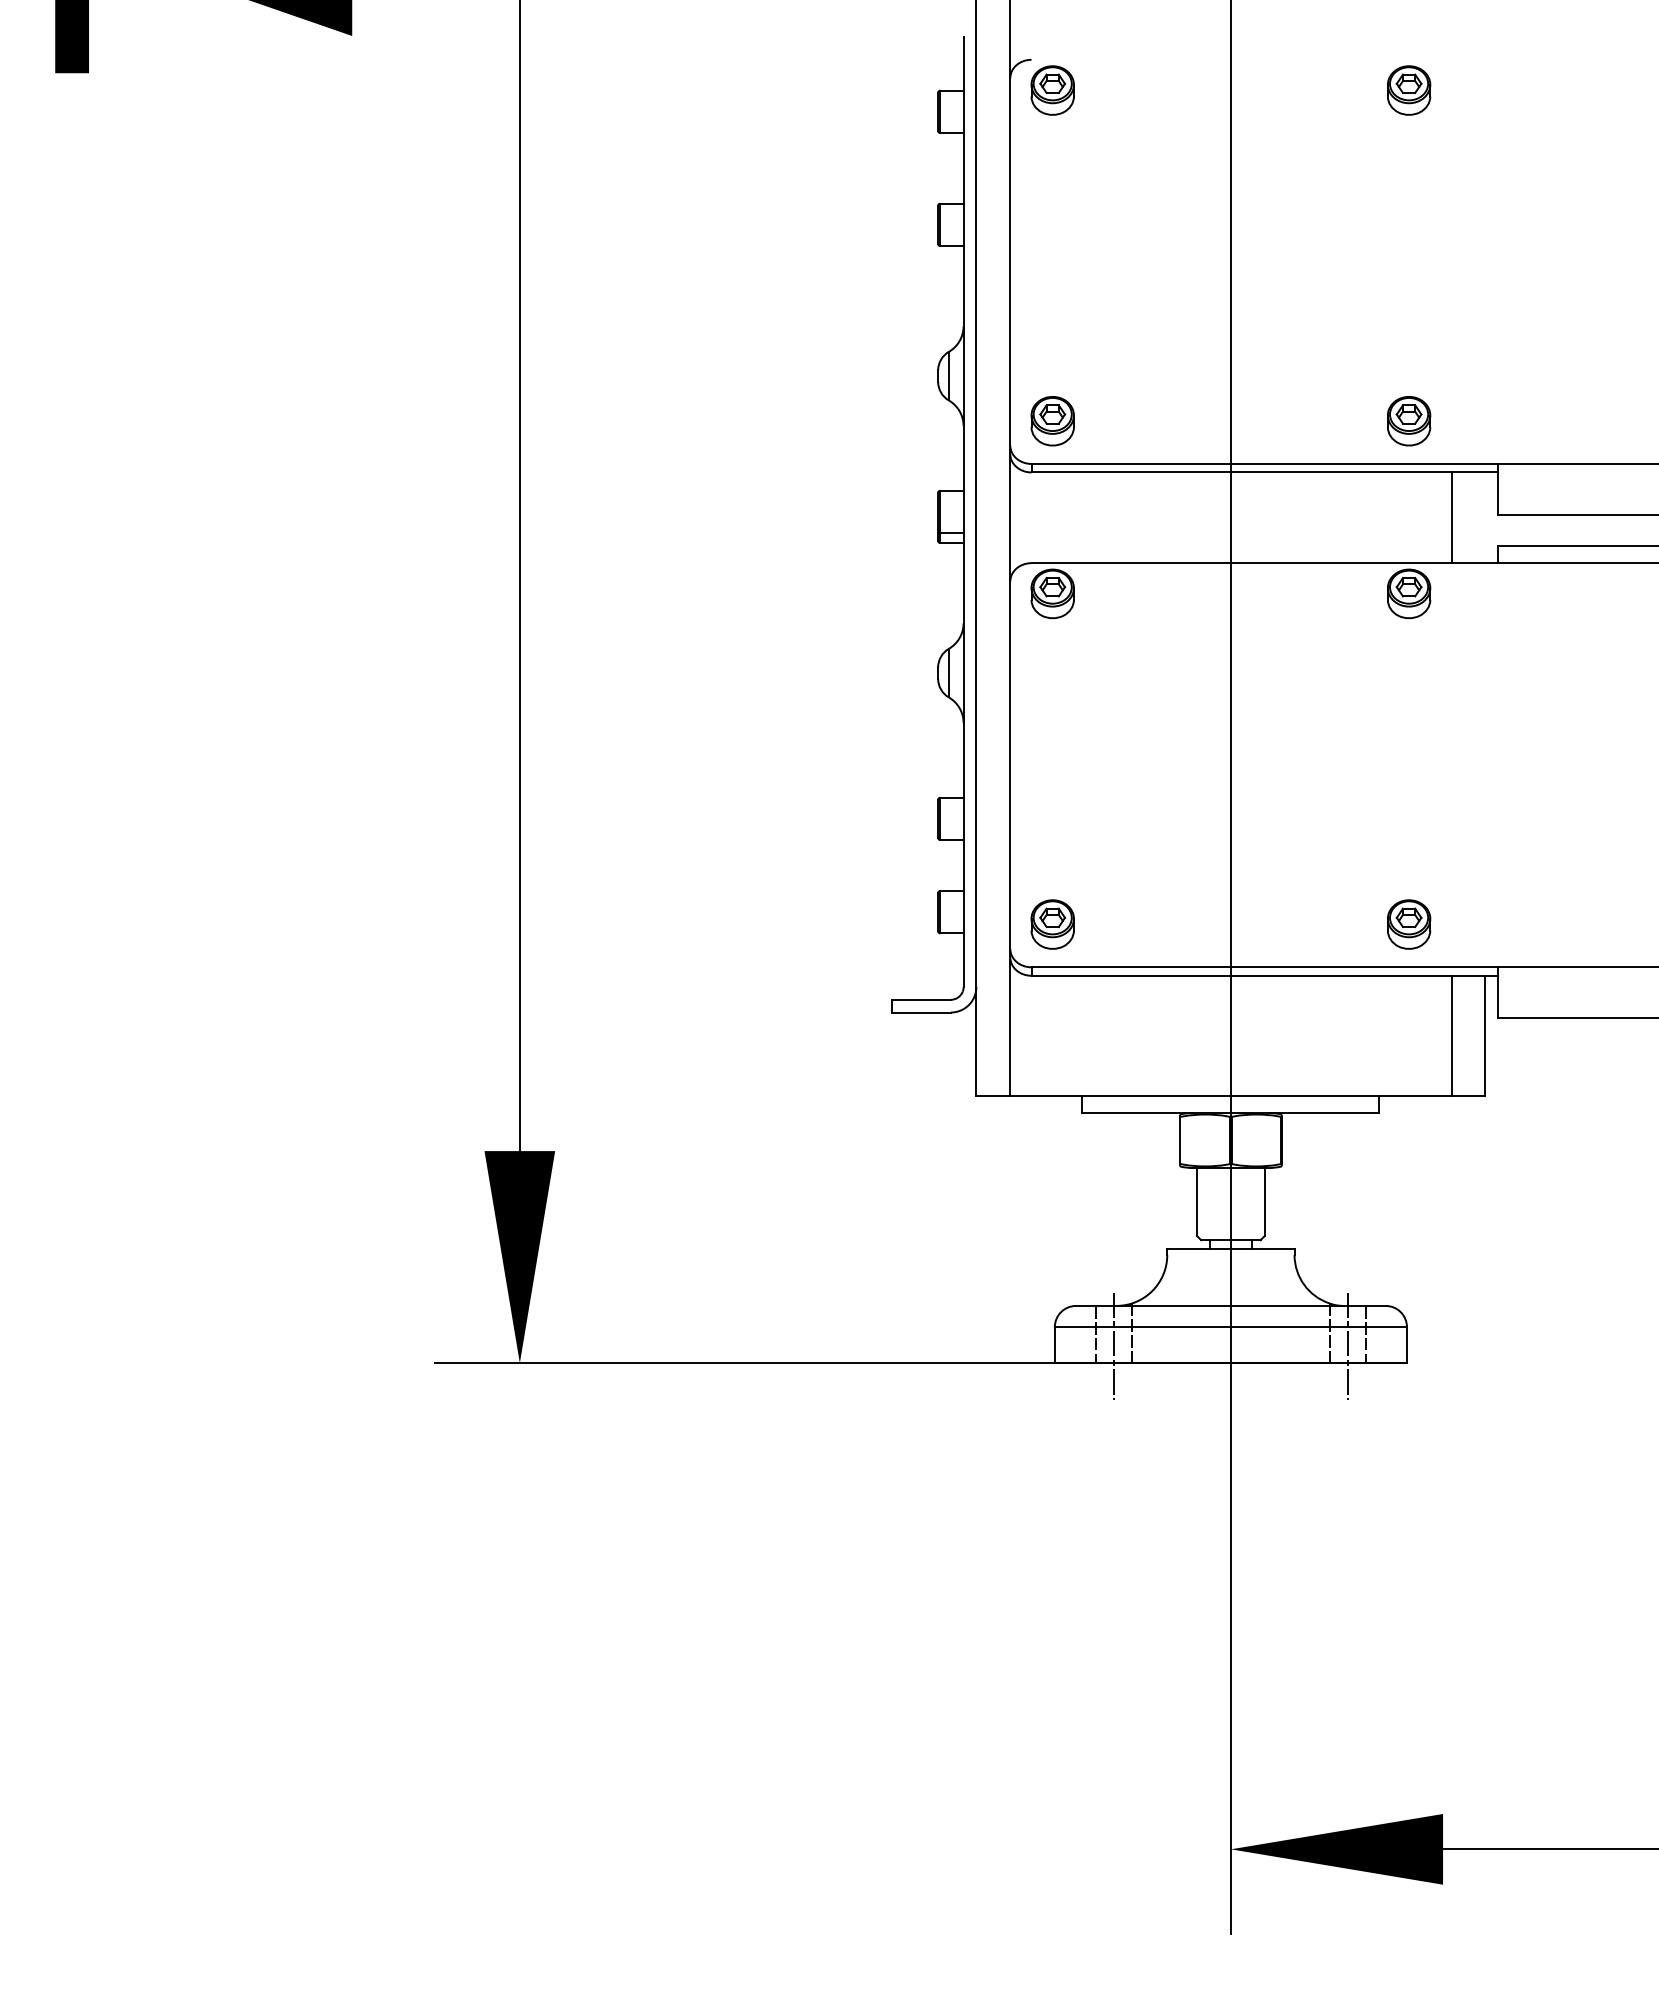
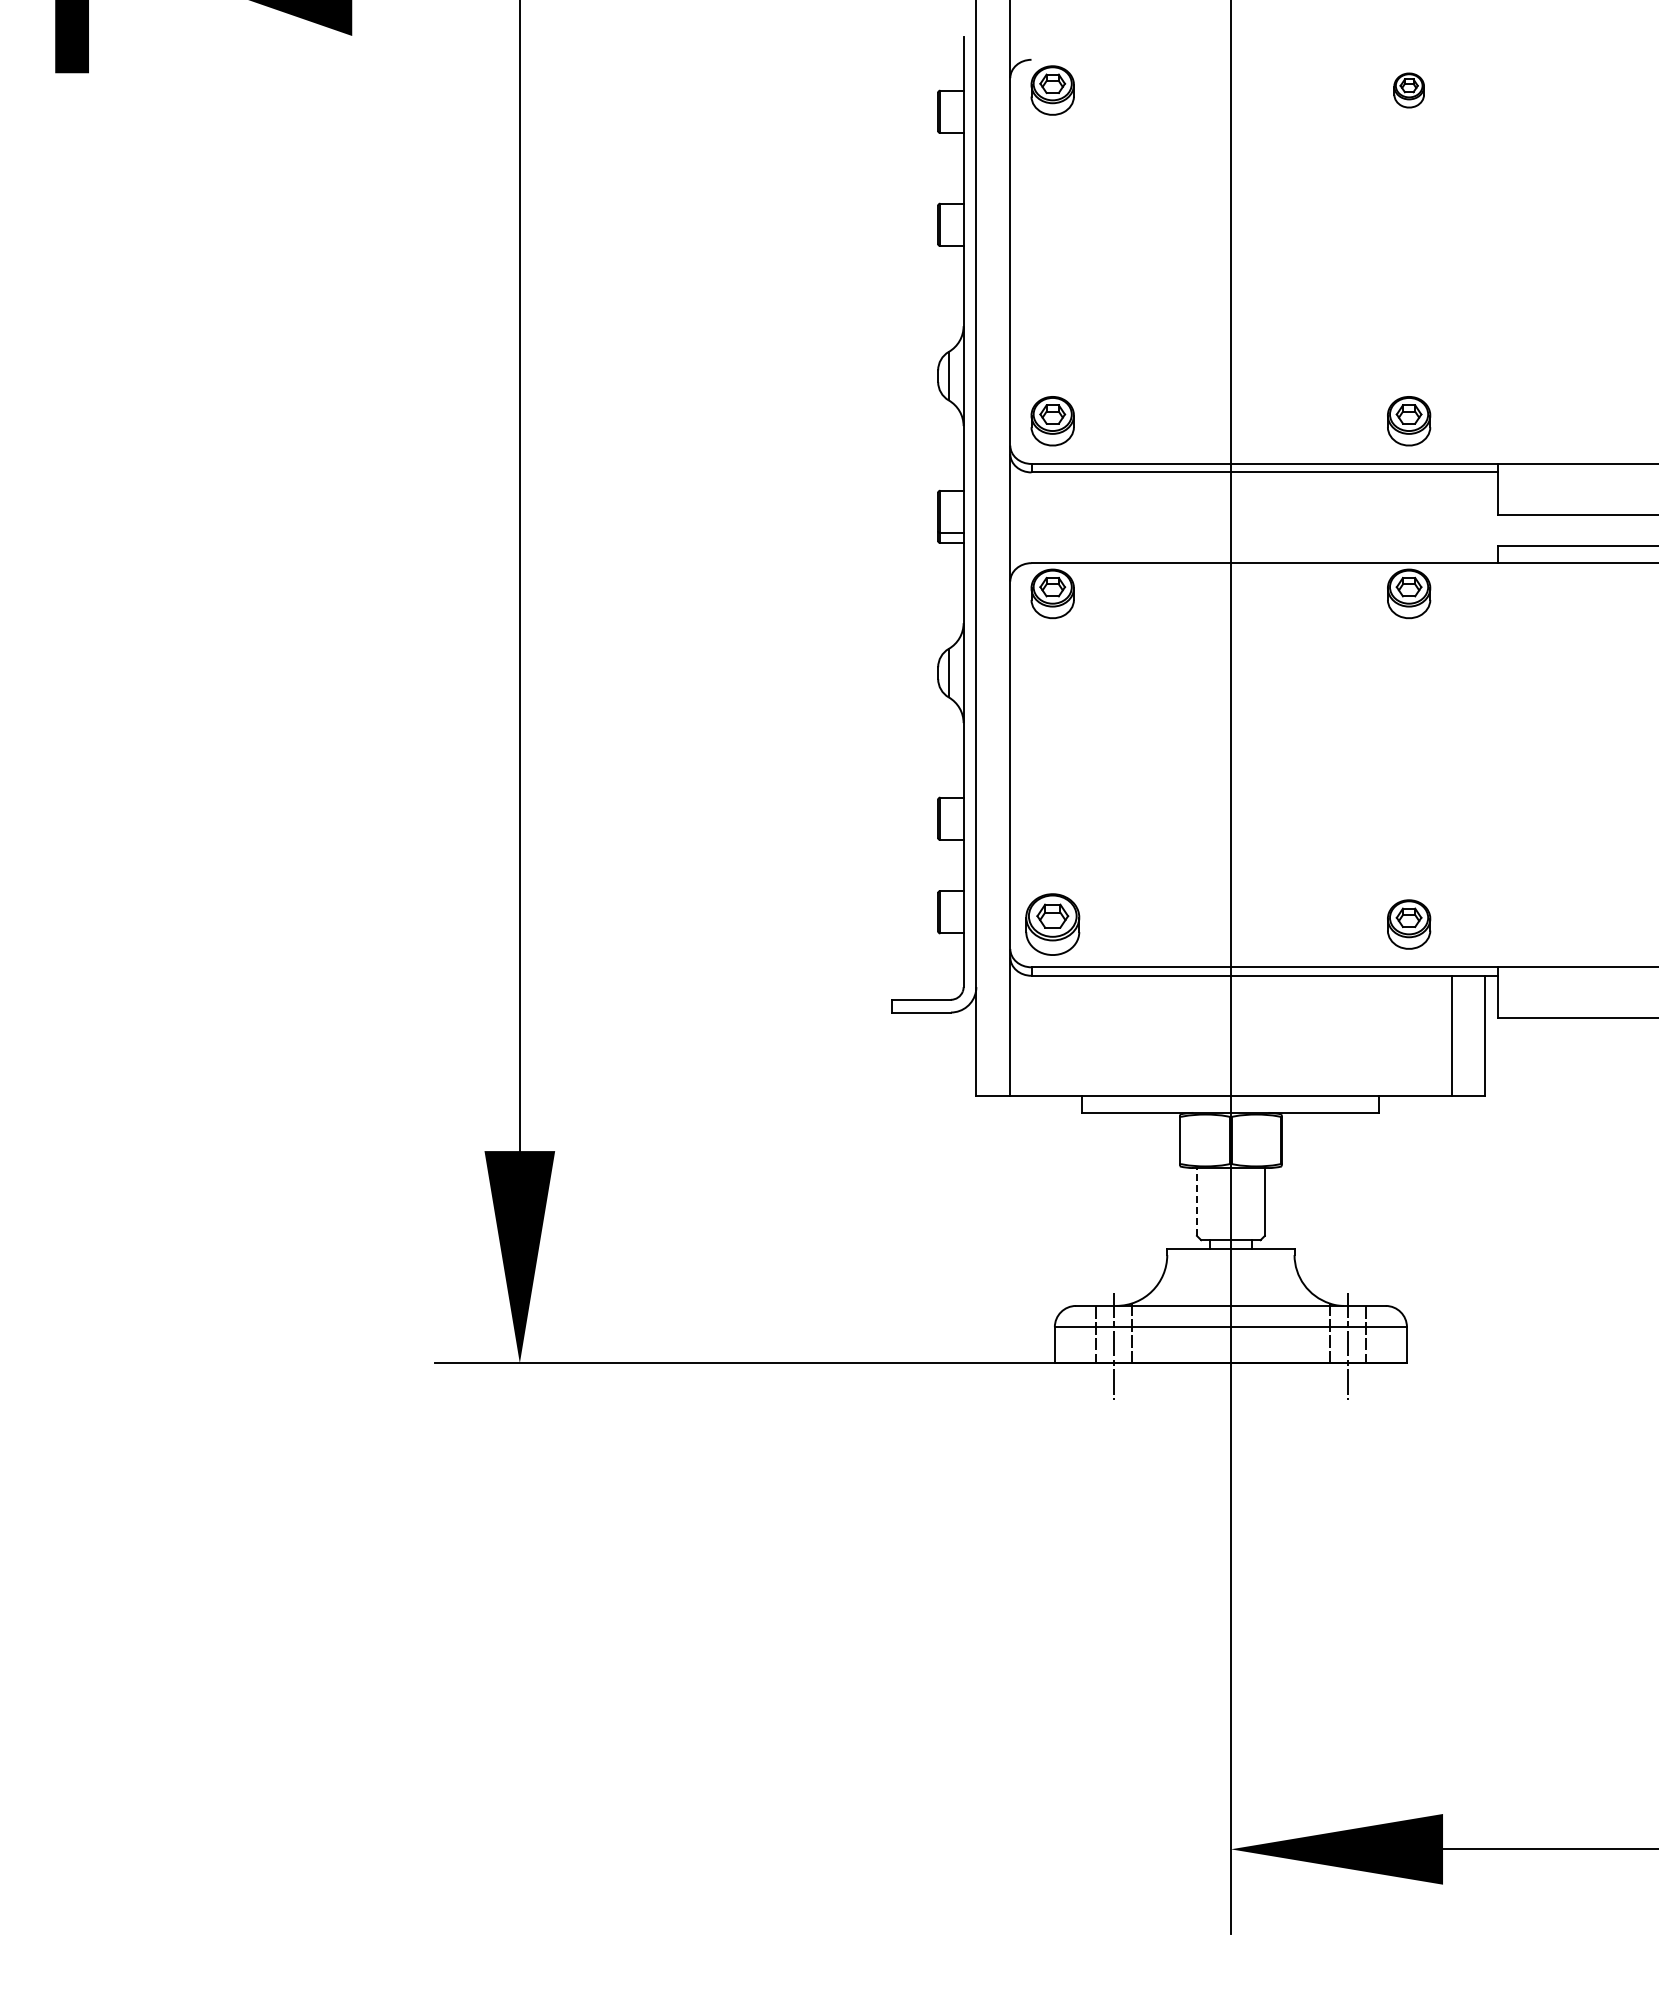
part at (1409, 90) size: 45x51 px -> 32x37 px
line at (1451, 517): present -> none
part at (1052, 924) size: 45x51 px -> 56x63 px
line at (1196, 1202): solid -> dashed
